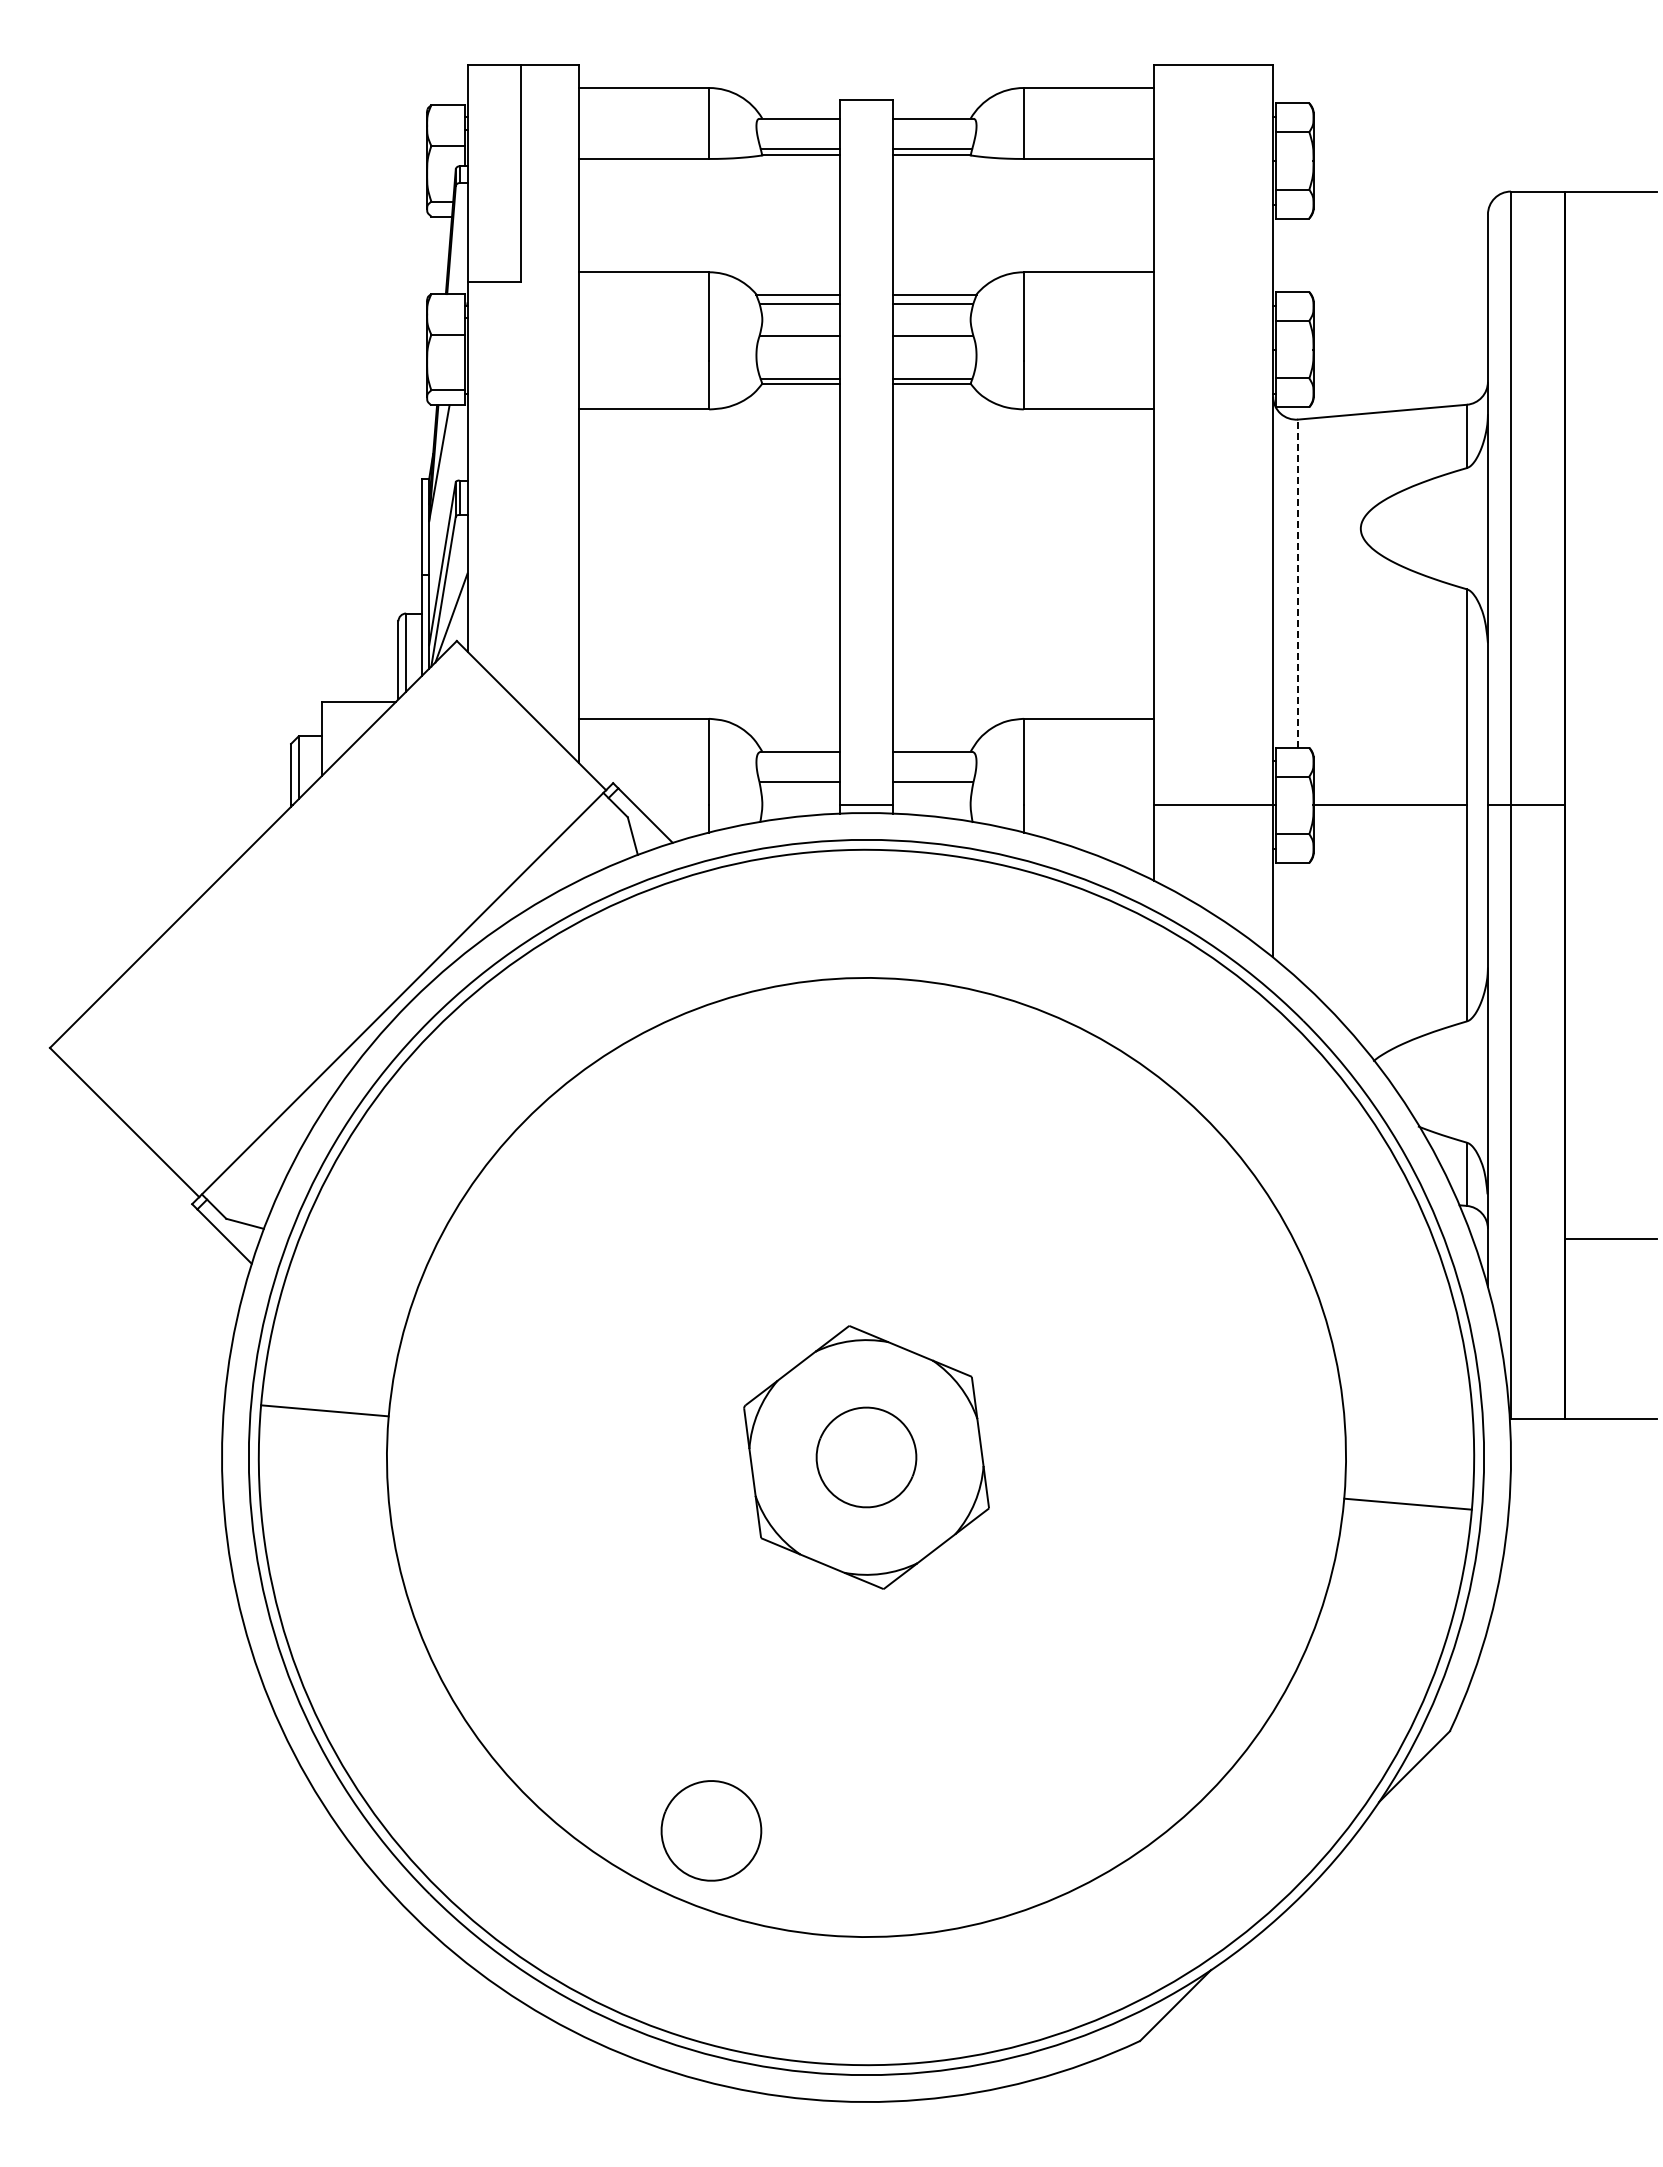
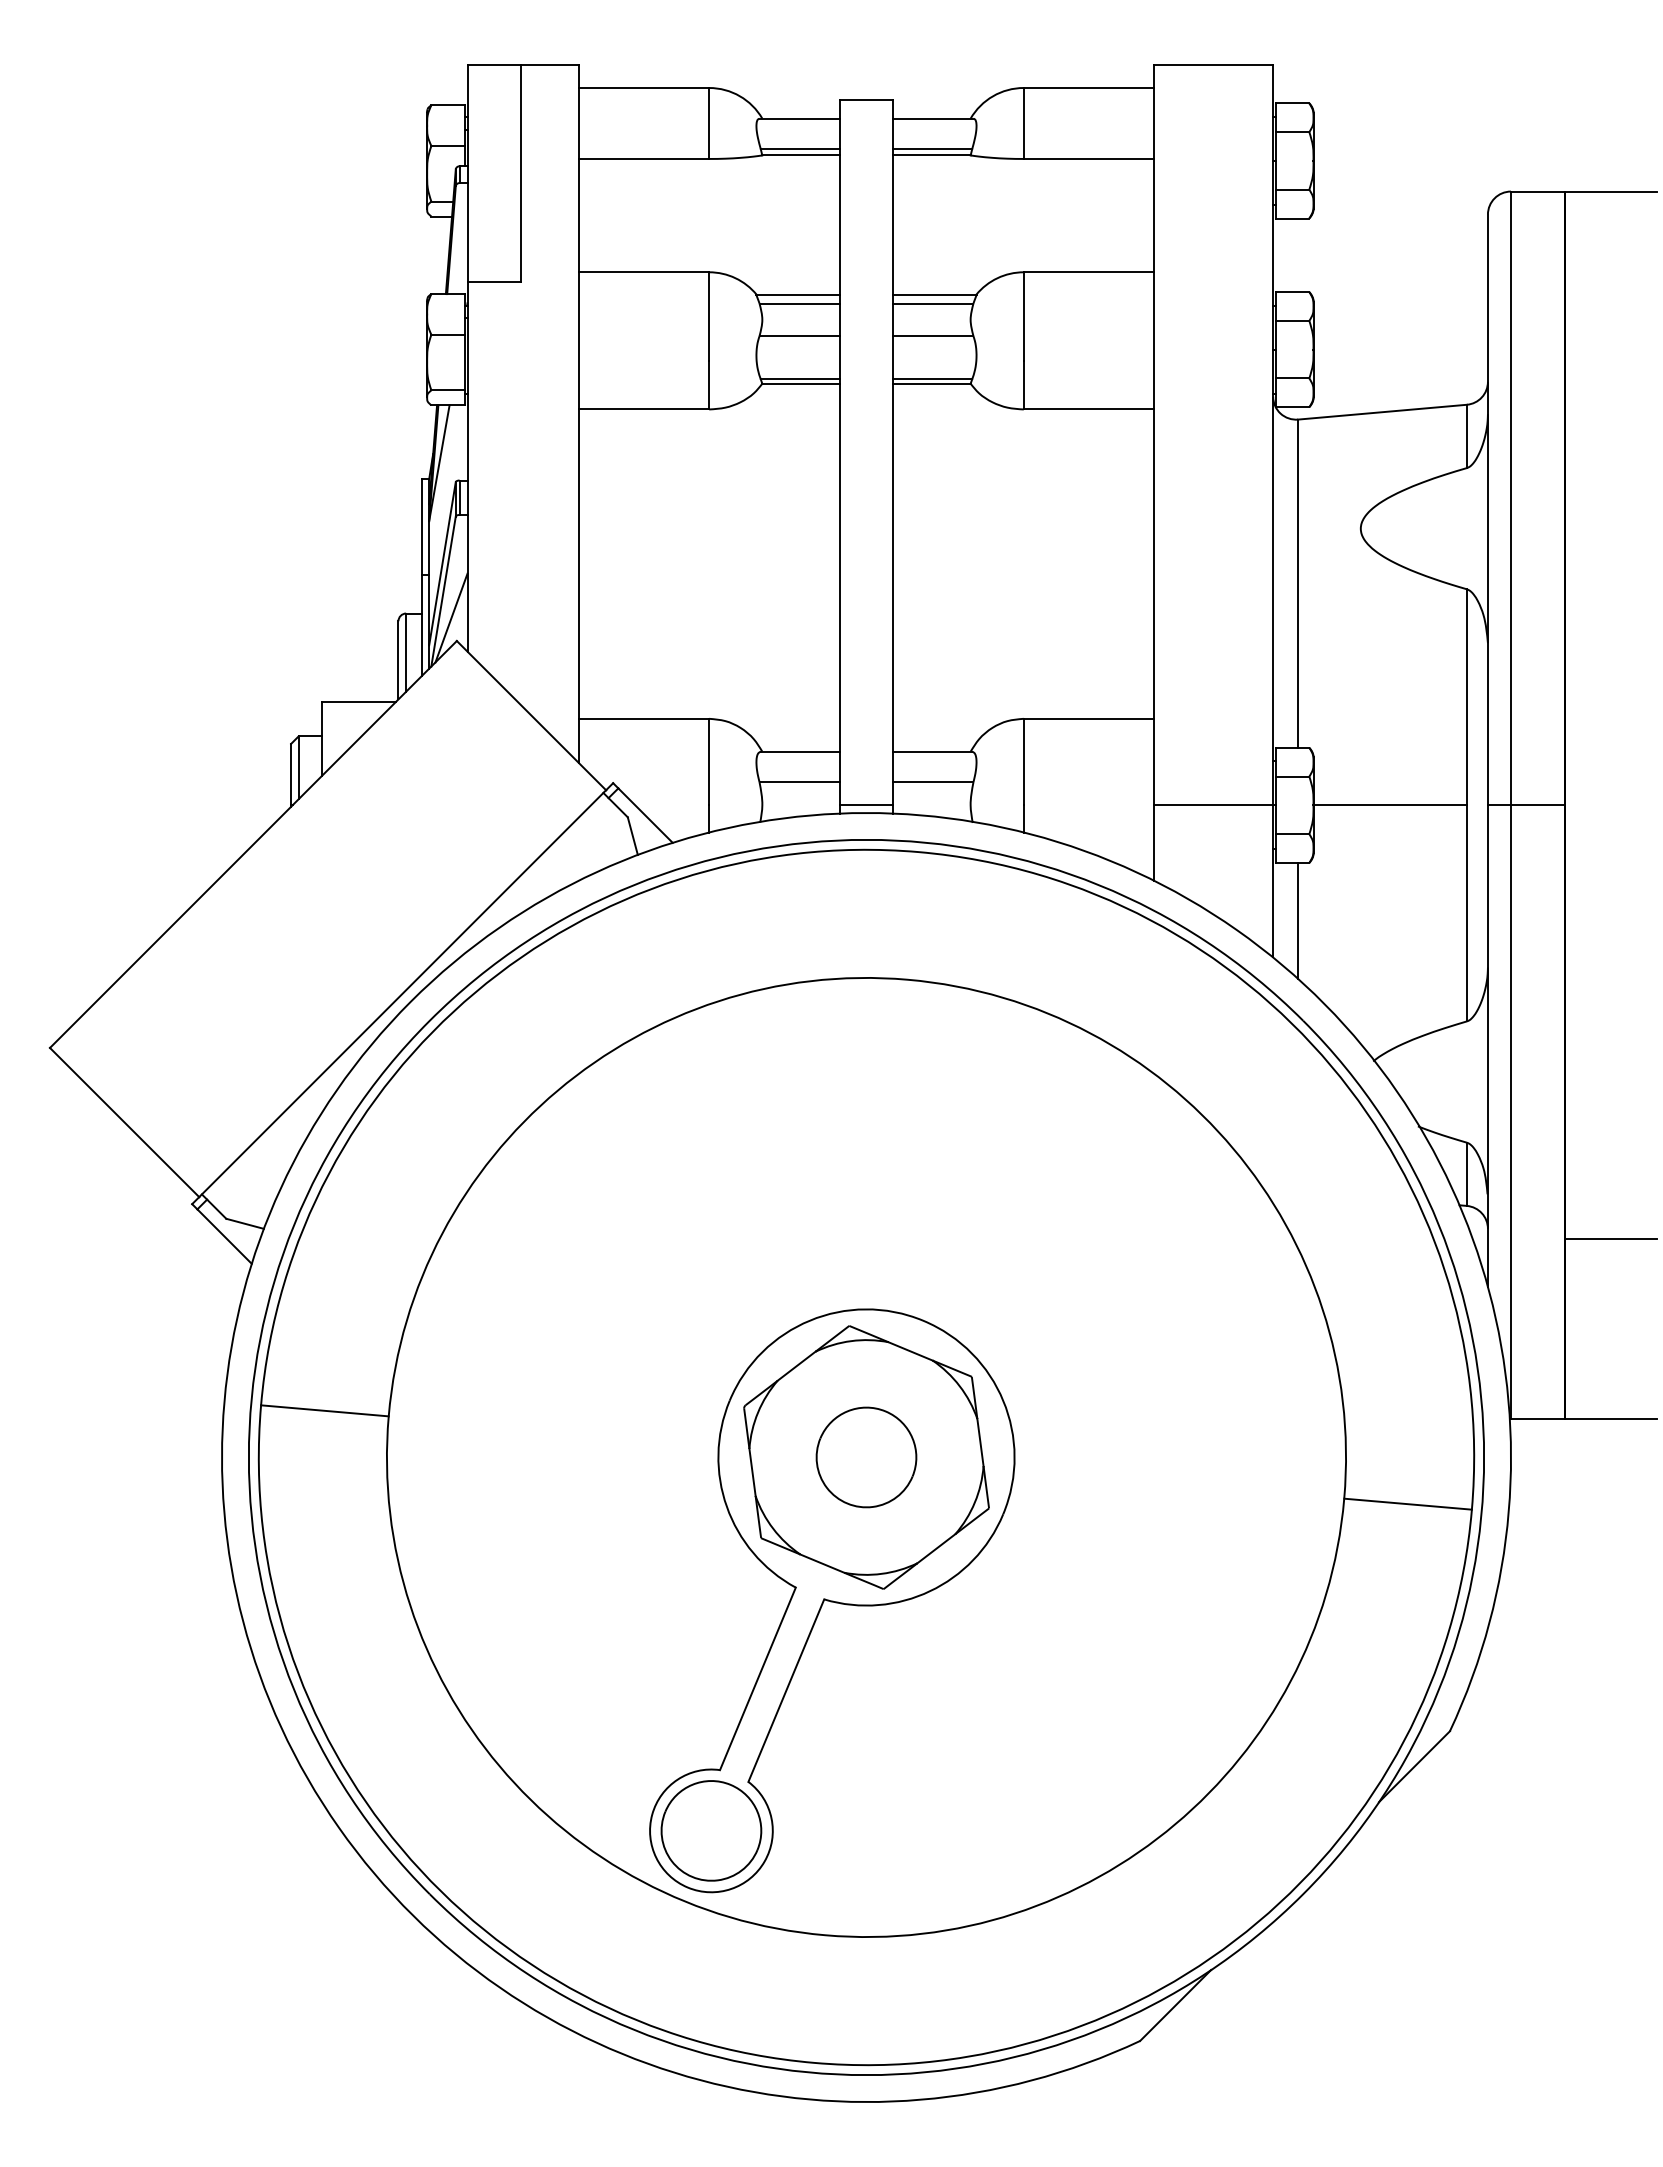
line at (1298, 583): dashed -> solid
line at (1298, 920): none -> present
part at (832, 1600): none -> present
